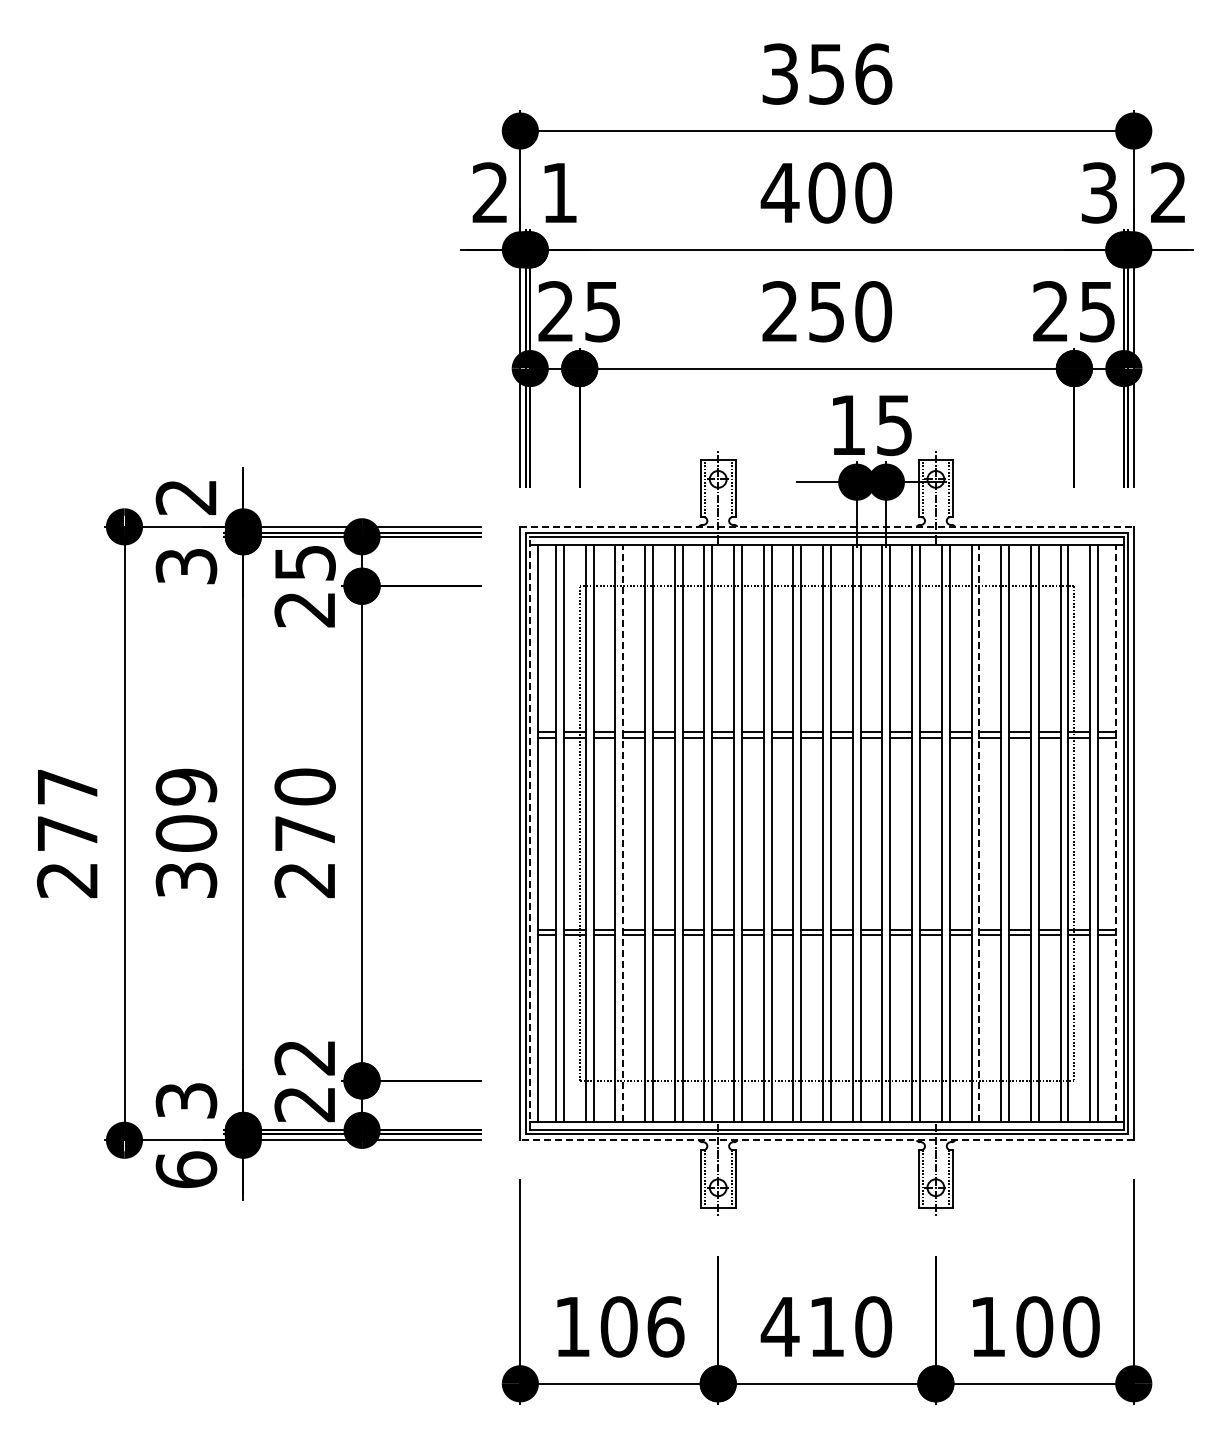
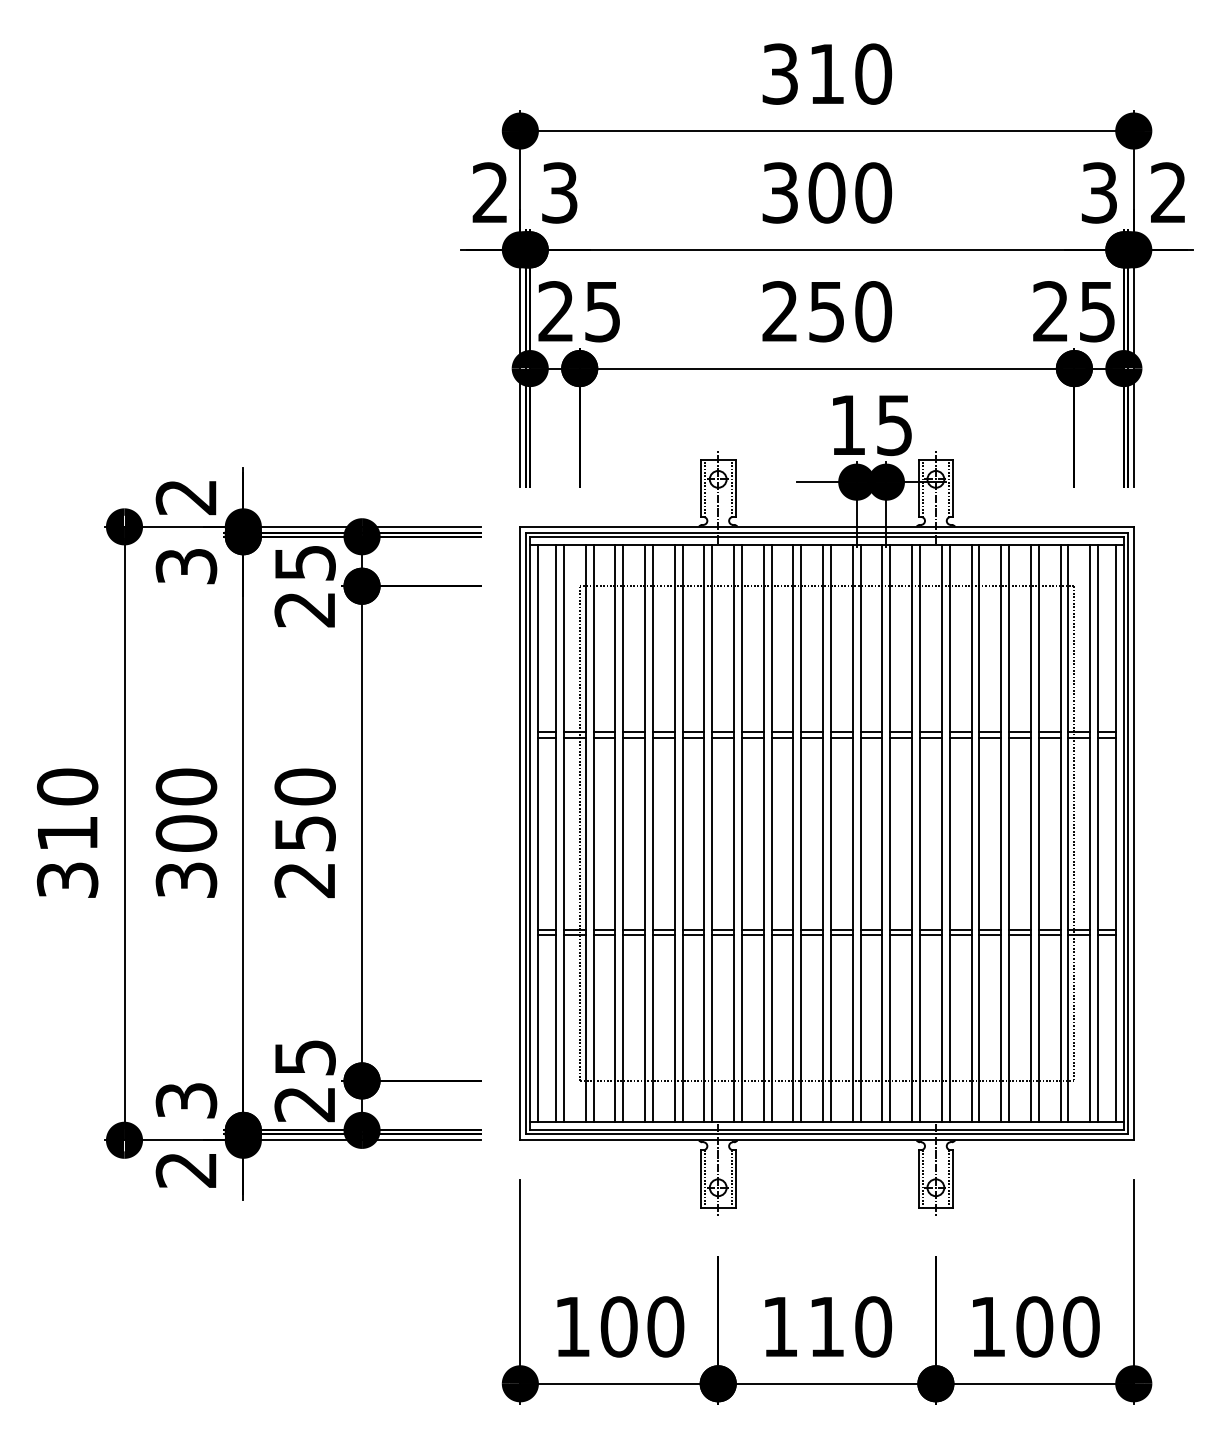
text at (850, 73): 356 -> 310
text at (559, 192): 1 -> 3
text at (779, 192): 400 -> 300
line at (827, 526): dashed -> solid
text at (186, 786): 309 -> 300
text at (67, 833): 277 -> 310
text at (305, 833): 270 -> 250
line at (530, 833): dashed -> solid
line at (623, 833): dashed -> solid
line at (979, 833): dashed -> solid
line at (1115, 833): dashed -> solid
text at (304, 1057): 22 -> 25
line at (827, 1140): dashed -> solid
text at (186, 1169): 6 -> 2
text at (665, 1326): 106 -> 100
text at (779, 1326): 410 -> 110
